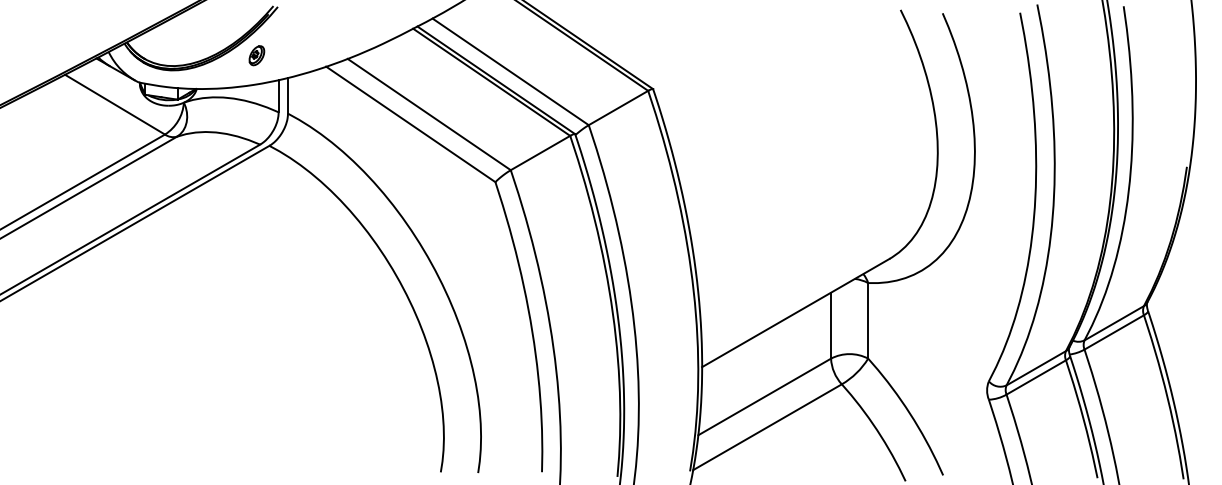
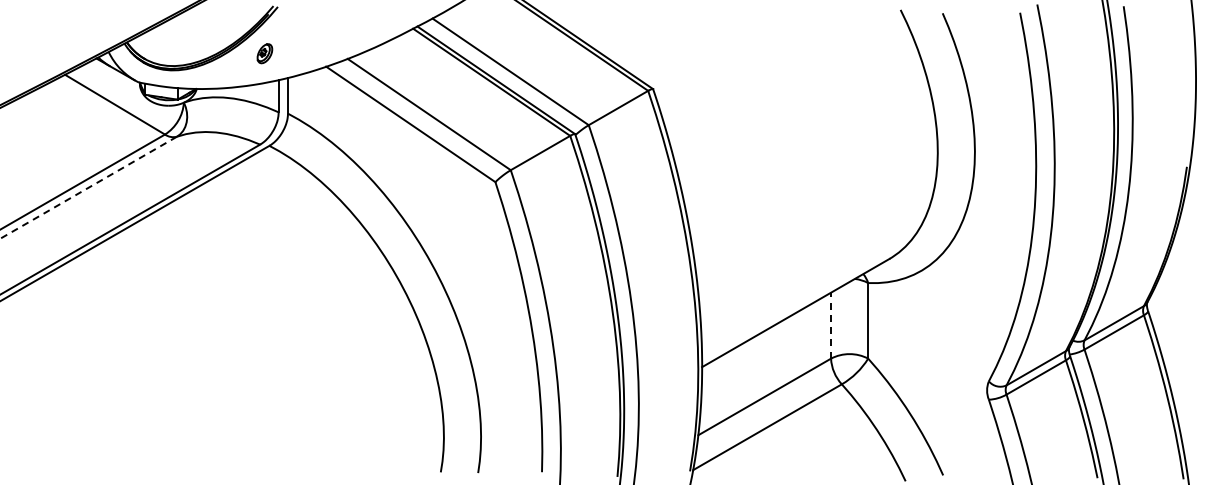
part at (256, 55) position: (256, 55) -> (264, 53)
line at (88, 187): solid -> dashed
line at (831, 325): solid -> dashed
